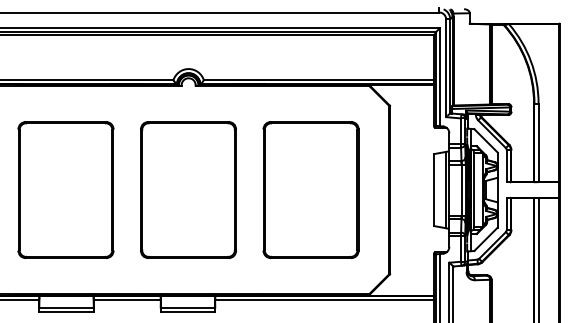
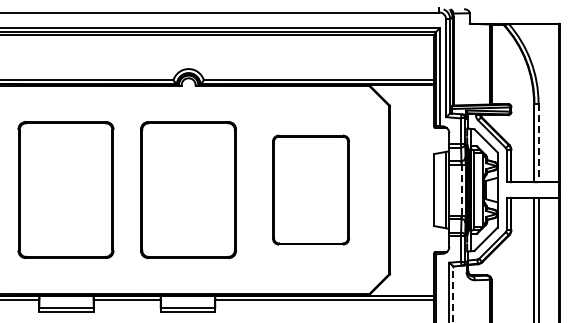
line at (538, 143): solid -> dashed
part at (310, 189) size: 98x138 px -> 79x112 px
line at (461, 190): solid -> dashed
line at (439, 286): present -> none
line at (453, 294): solid -> dashed
